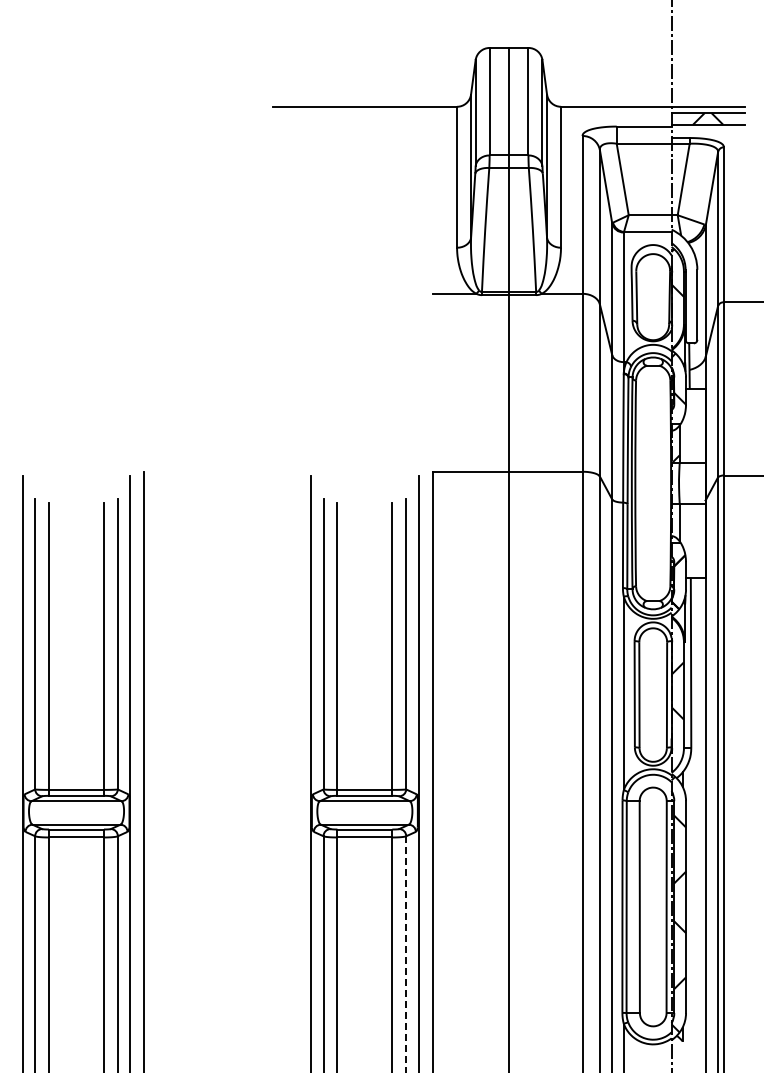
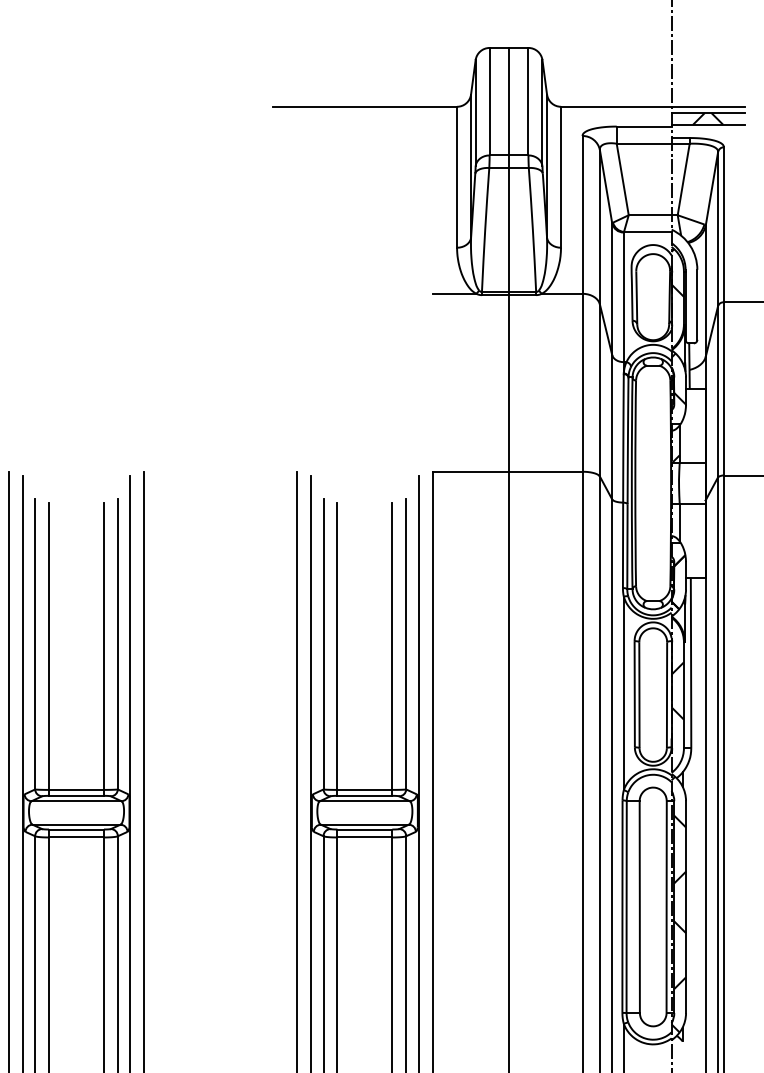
line at (8, 770): none -> present
line at (297, 770): none -> present
line at (406, 954): dashed -> solid
